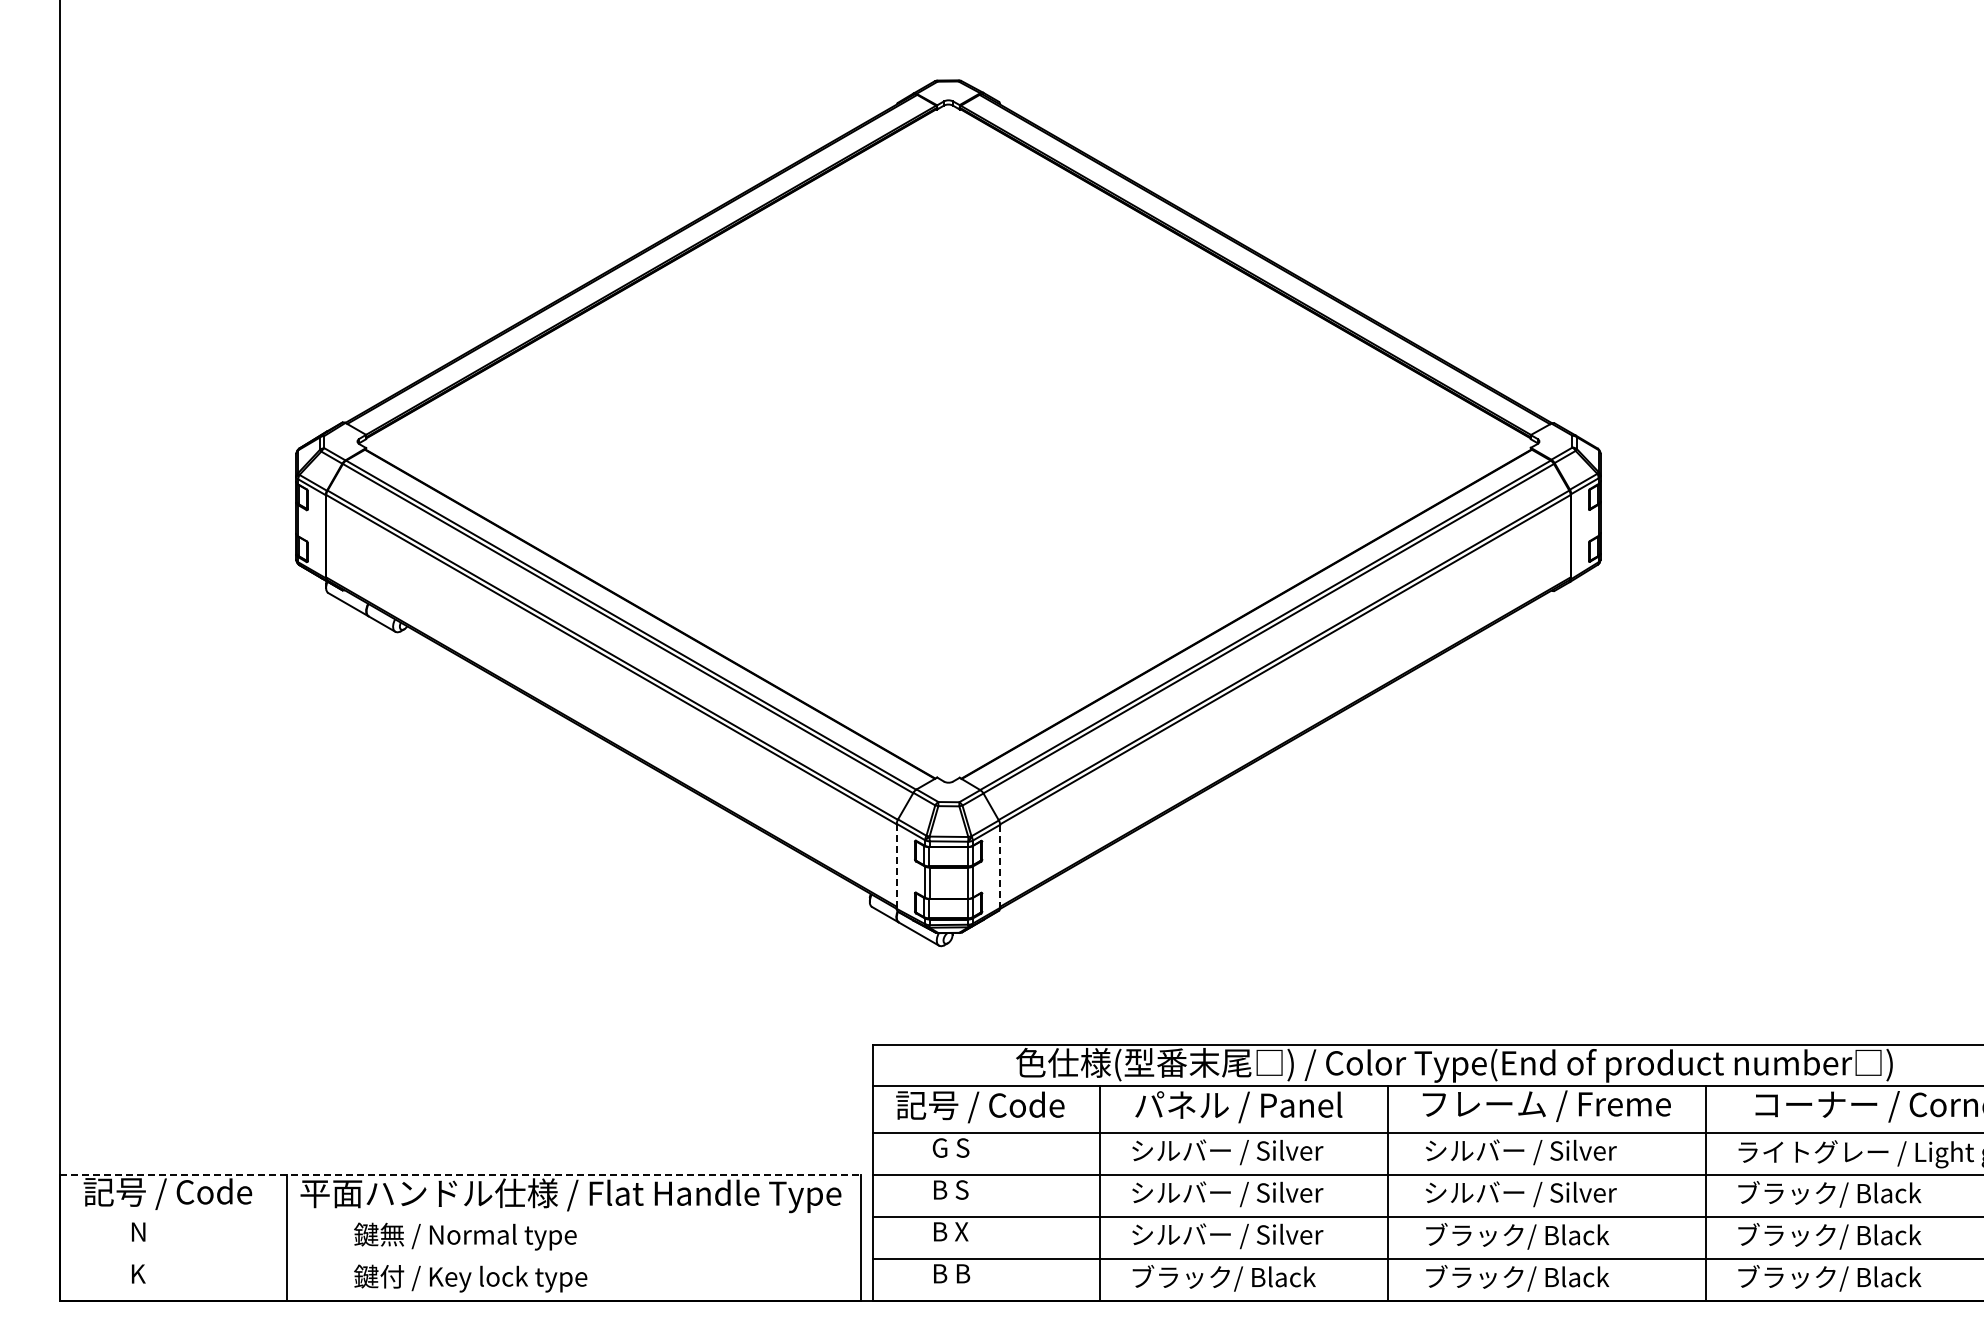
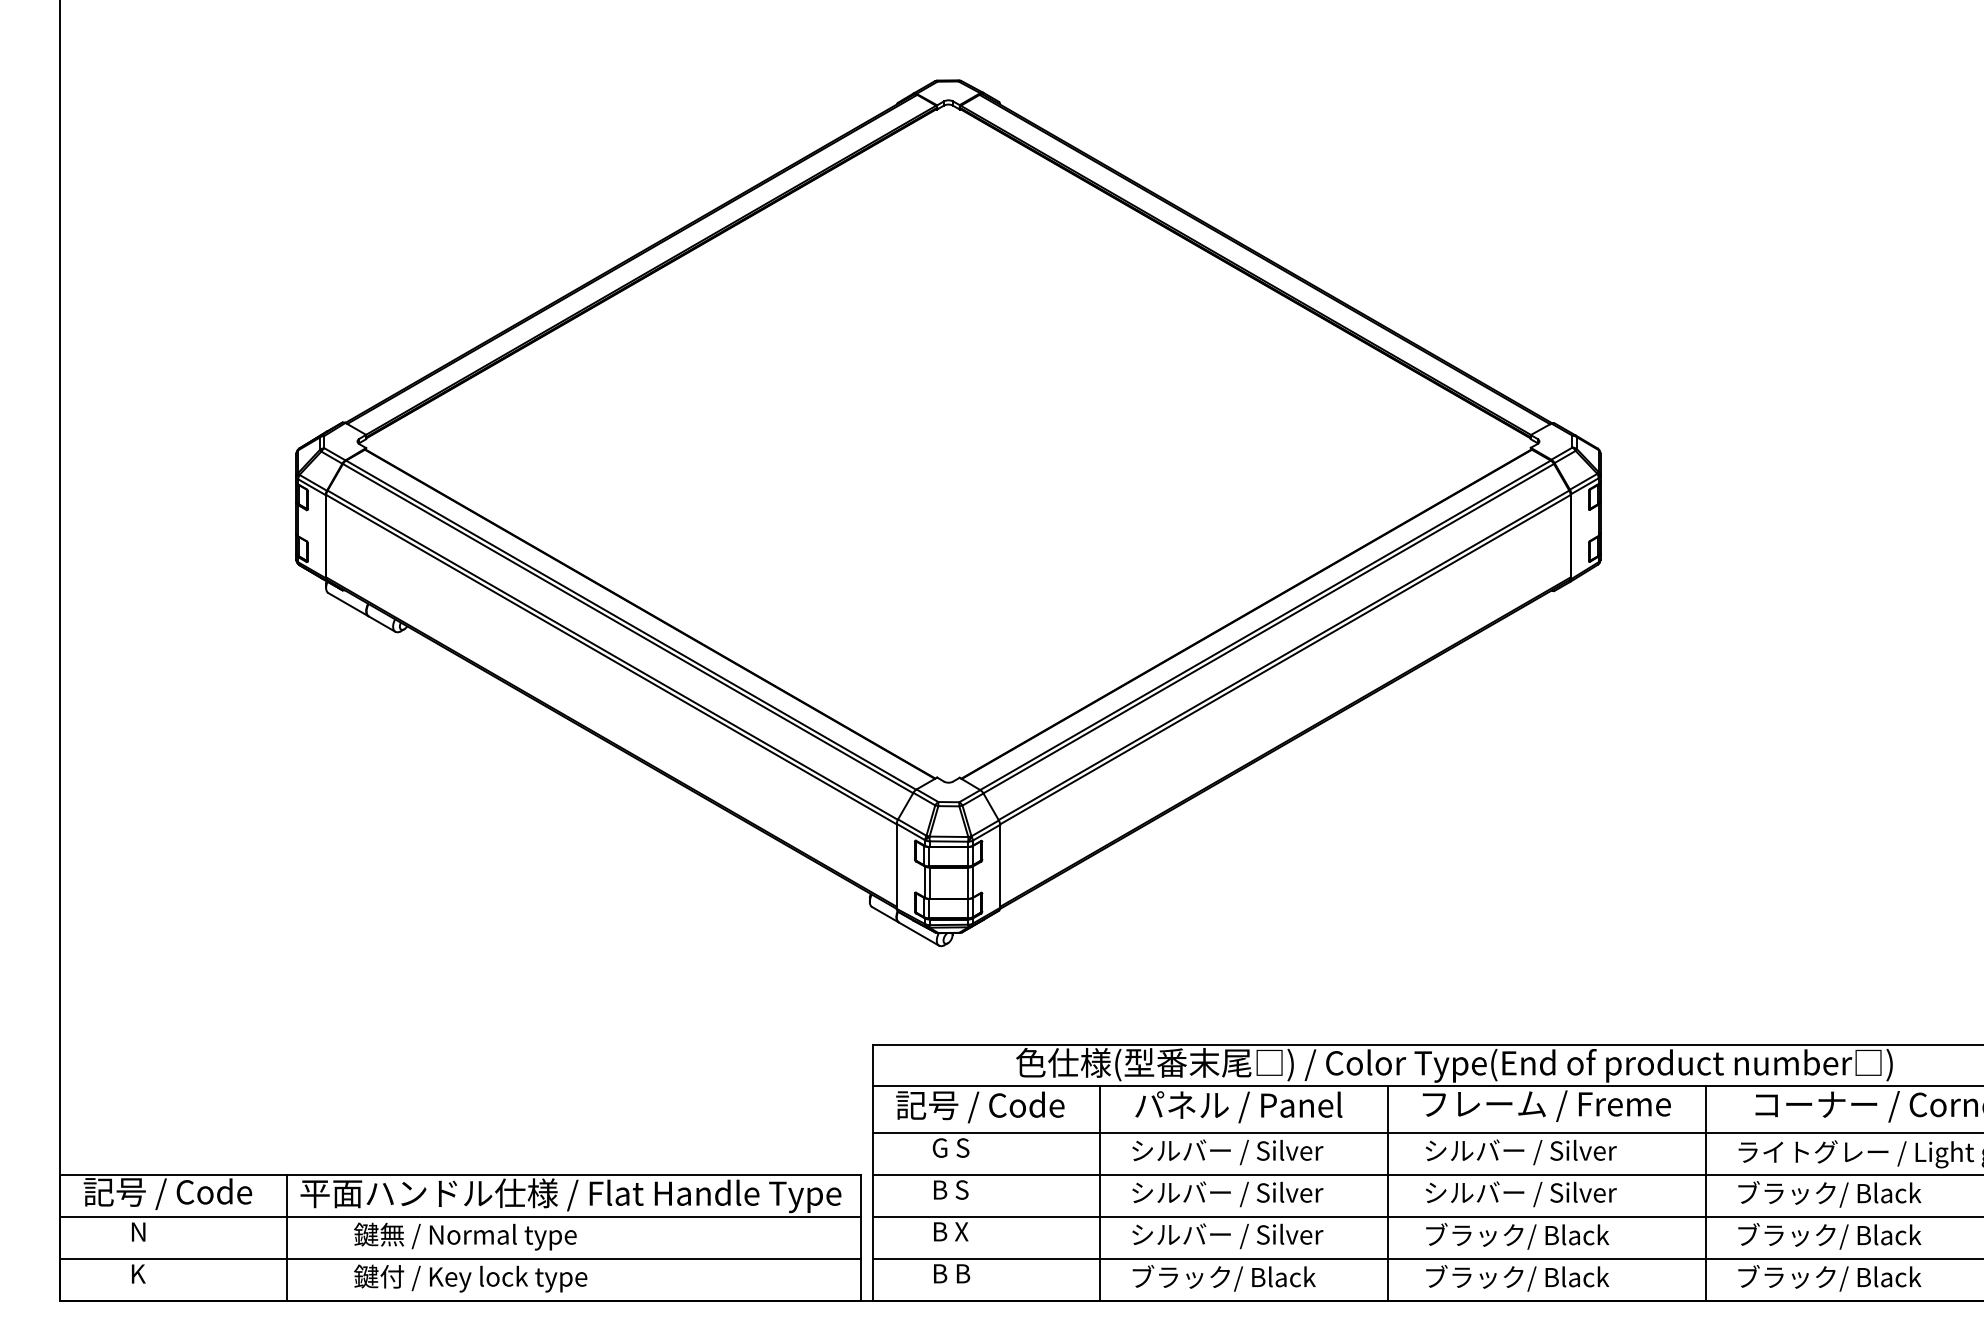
line at (896, 866): dashed -> solid
line at (1000, 866): dashed -> solid
line at (460, 1174): dashed -> solid
line at (459, 1216): none -> present
line at (459, 1258): none -> present
